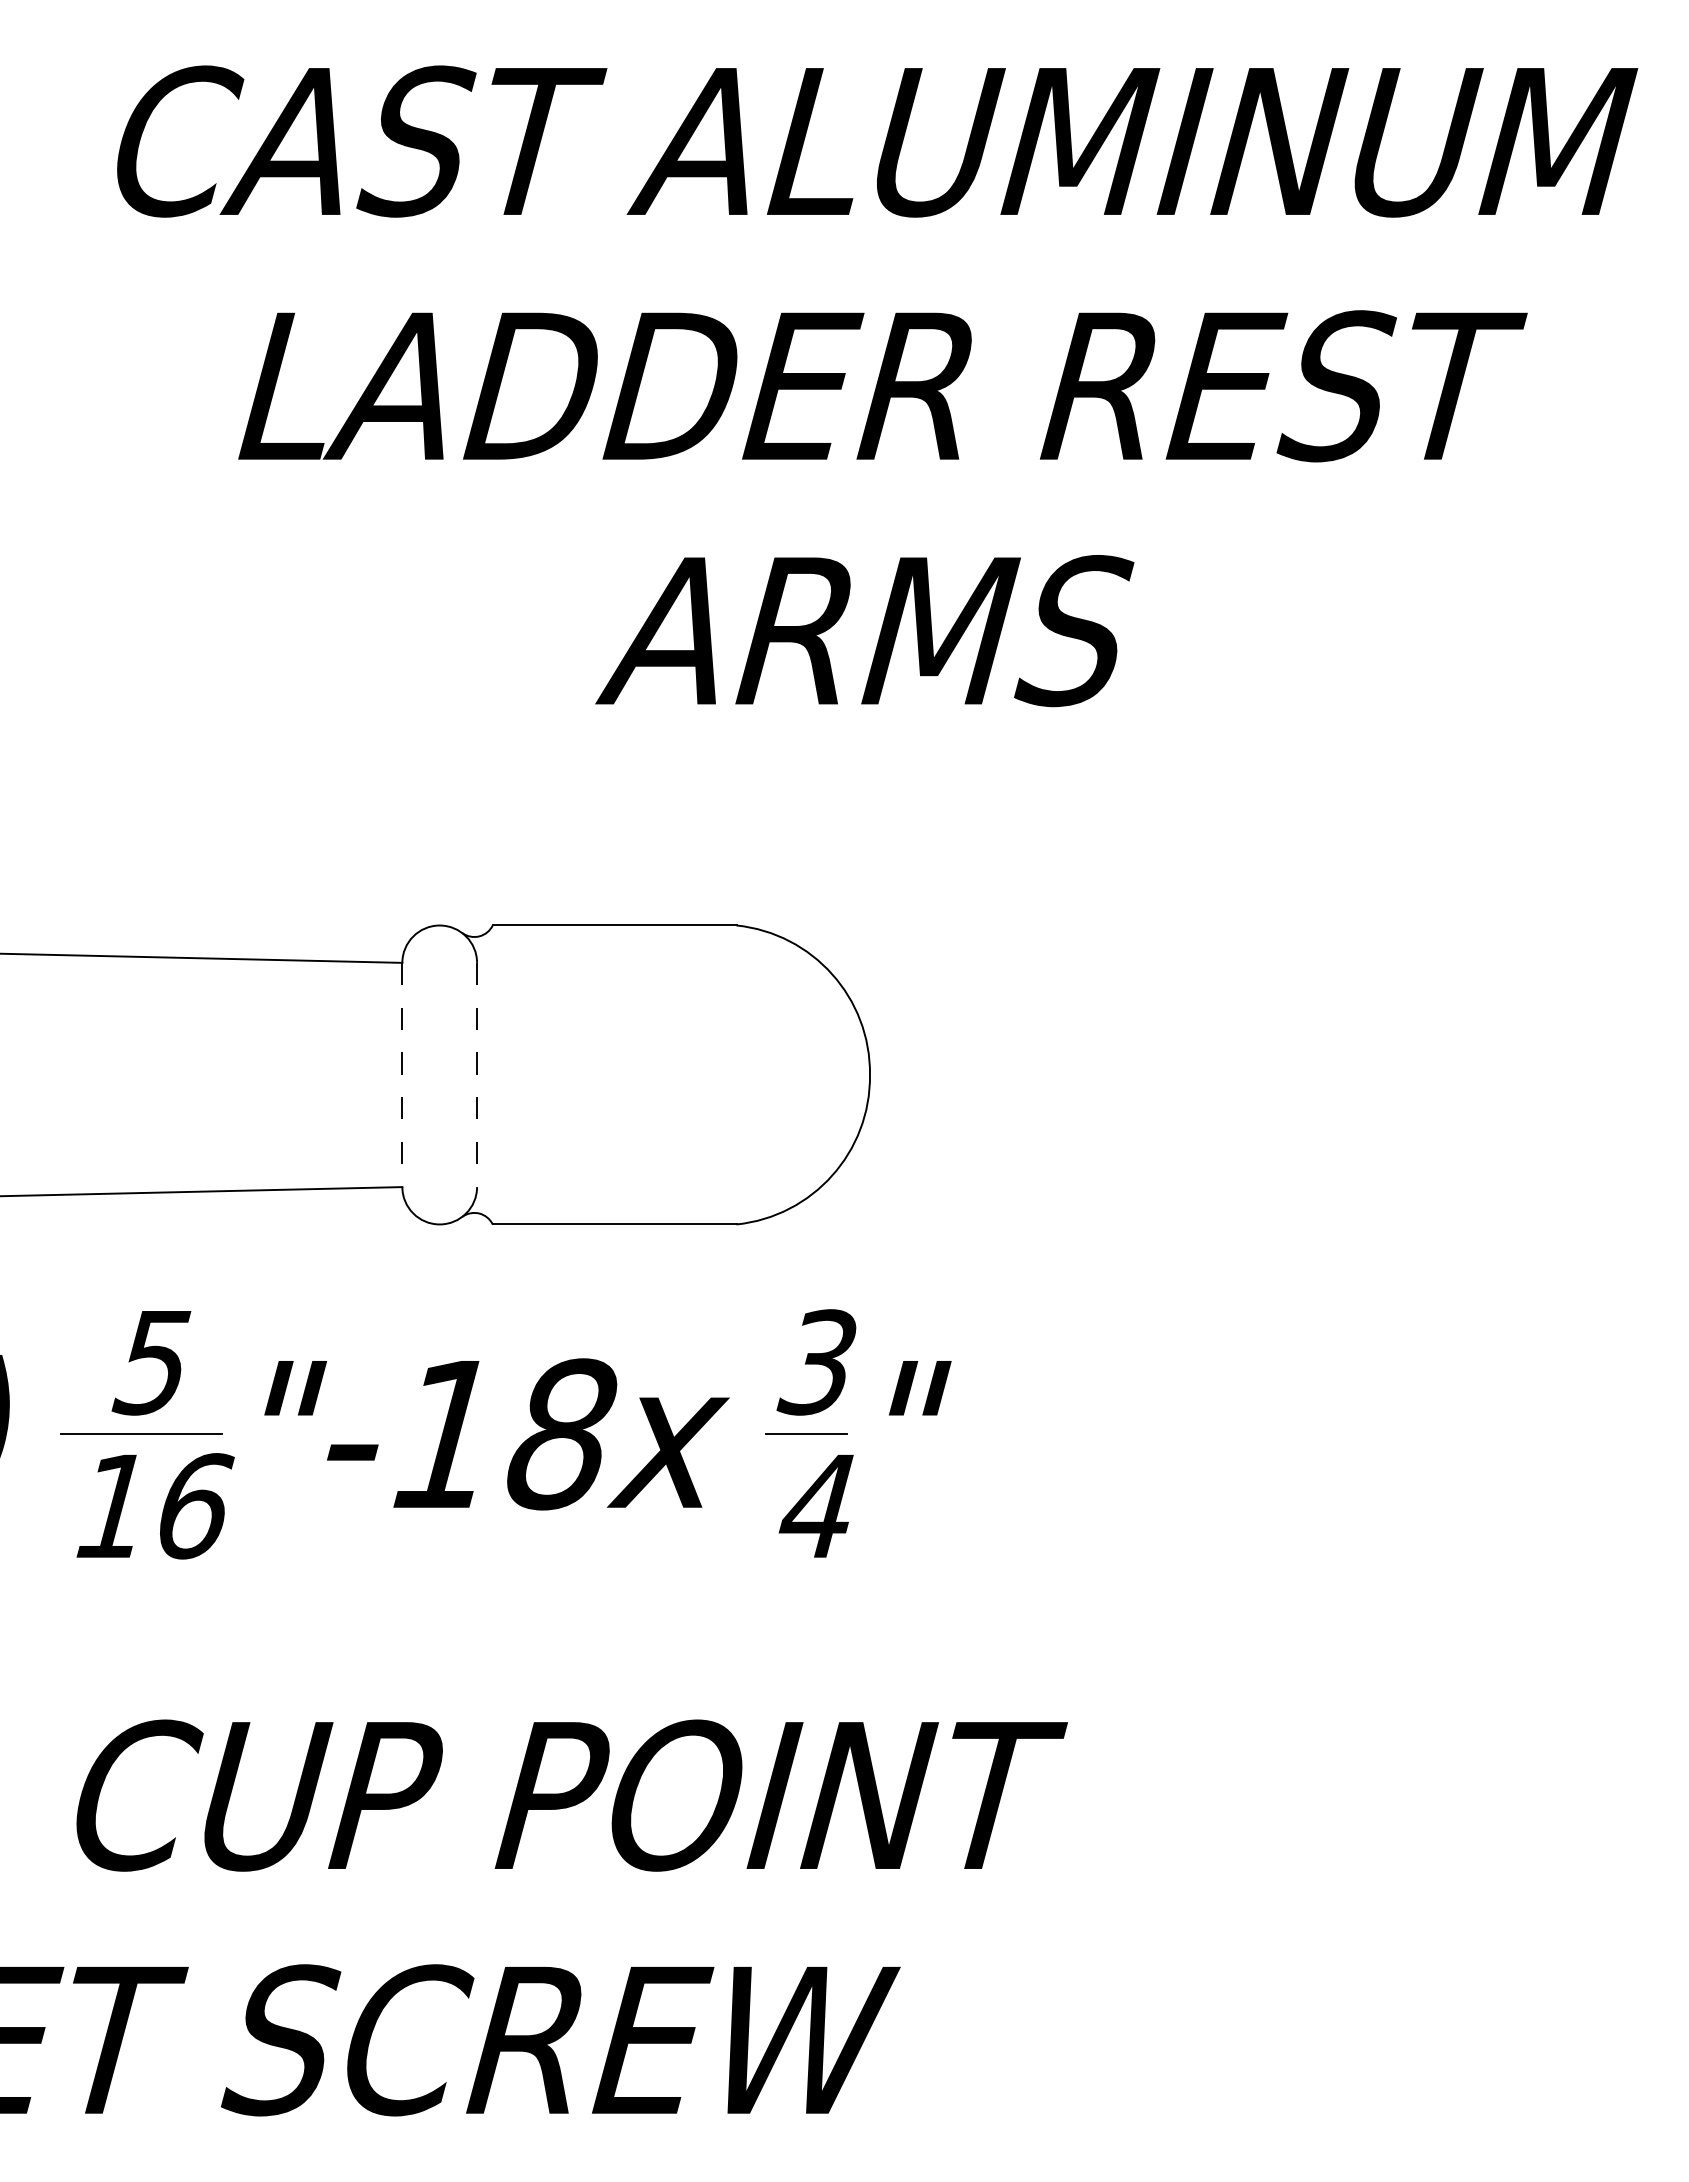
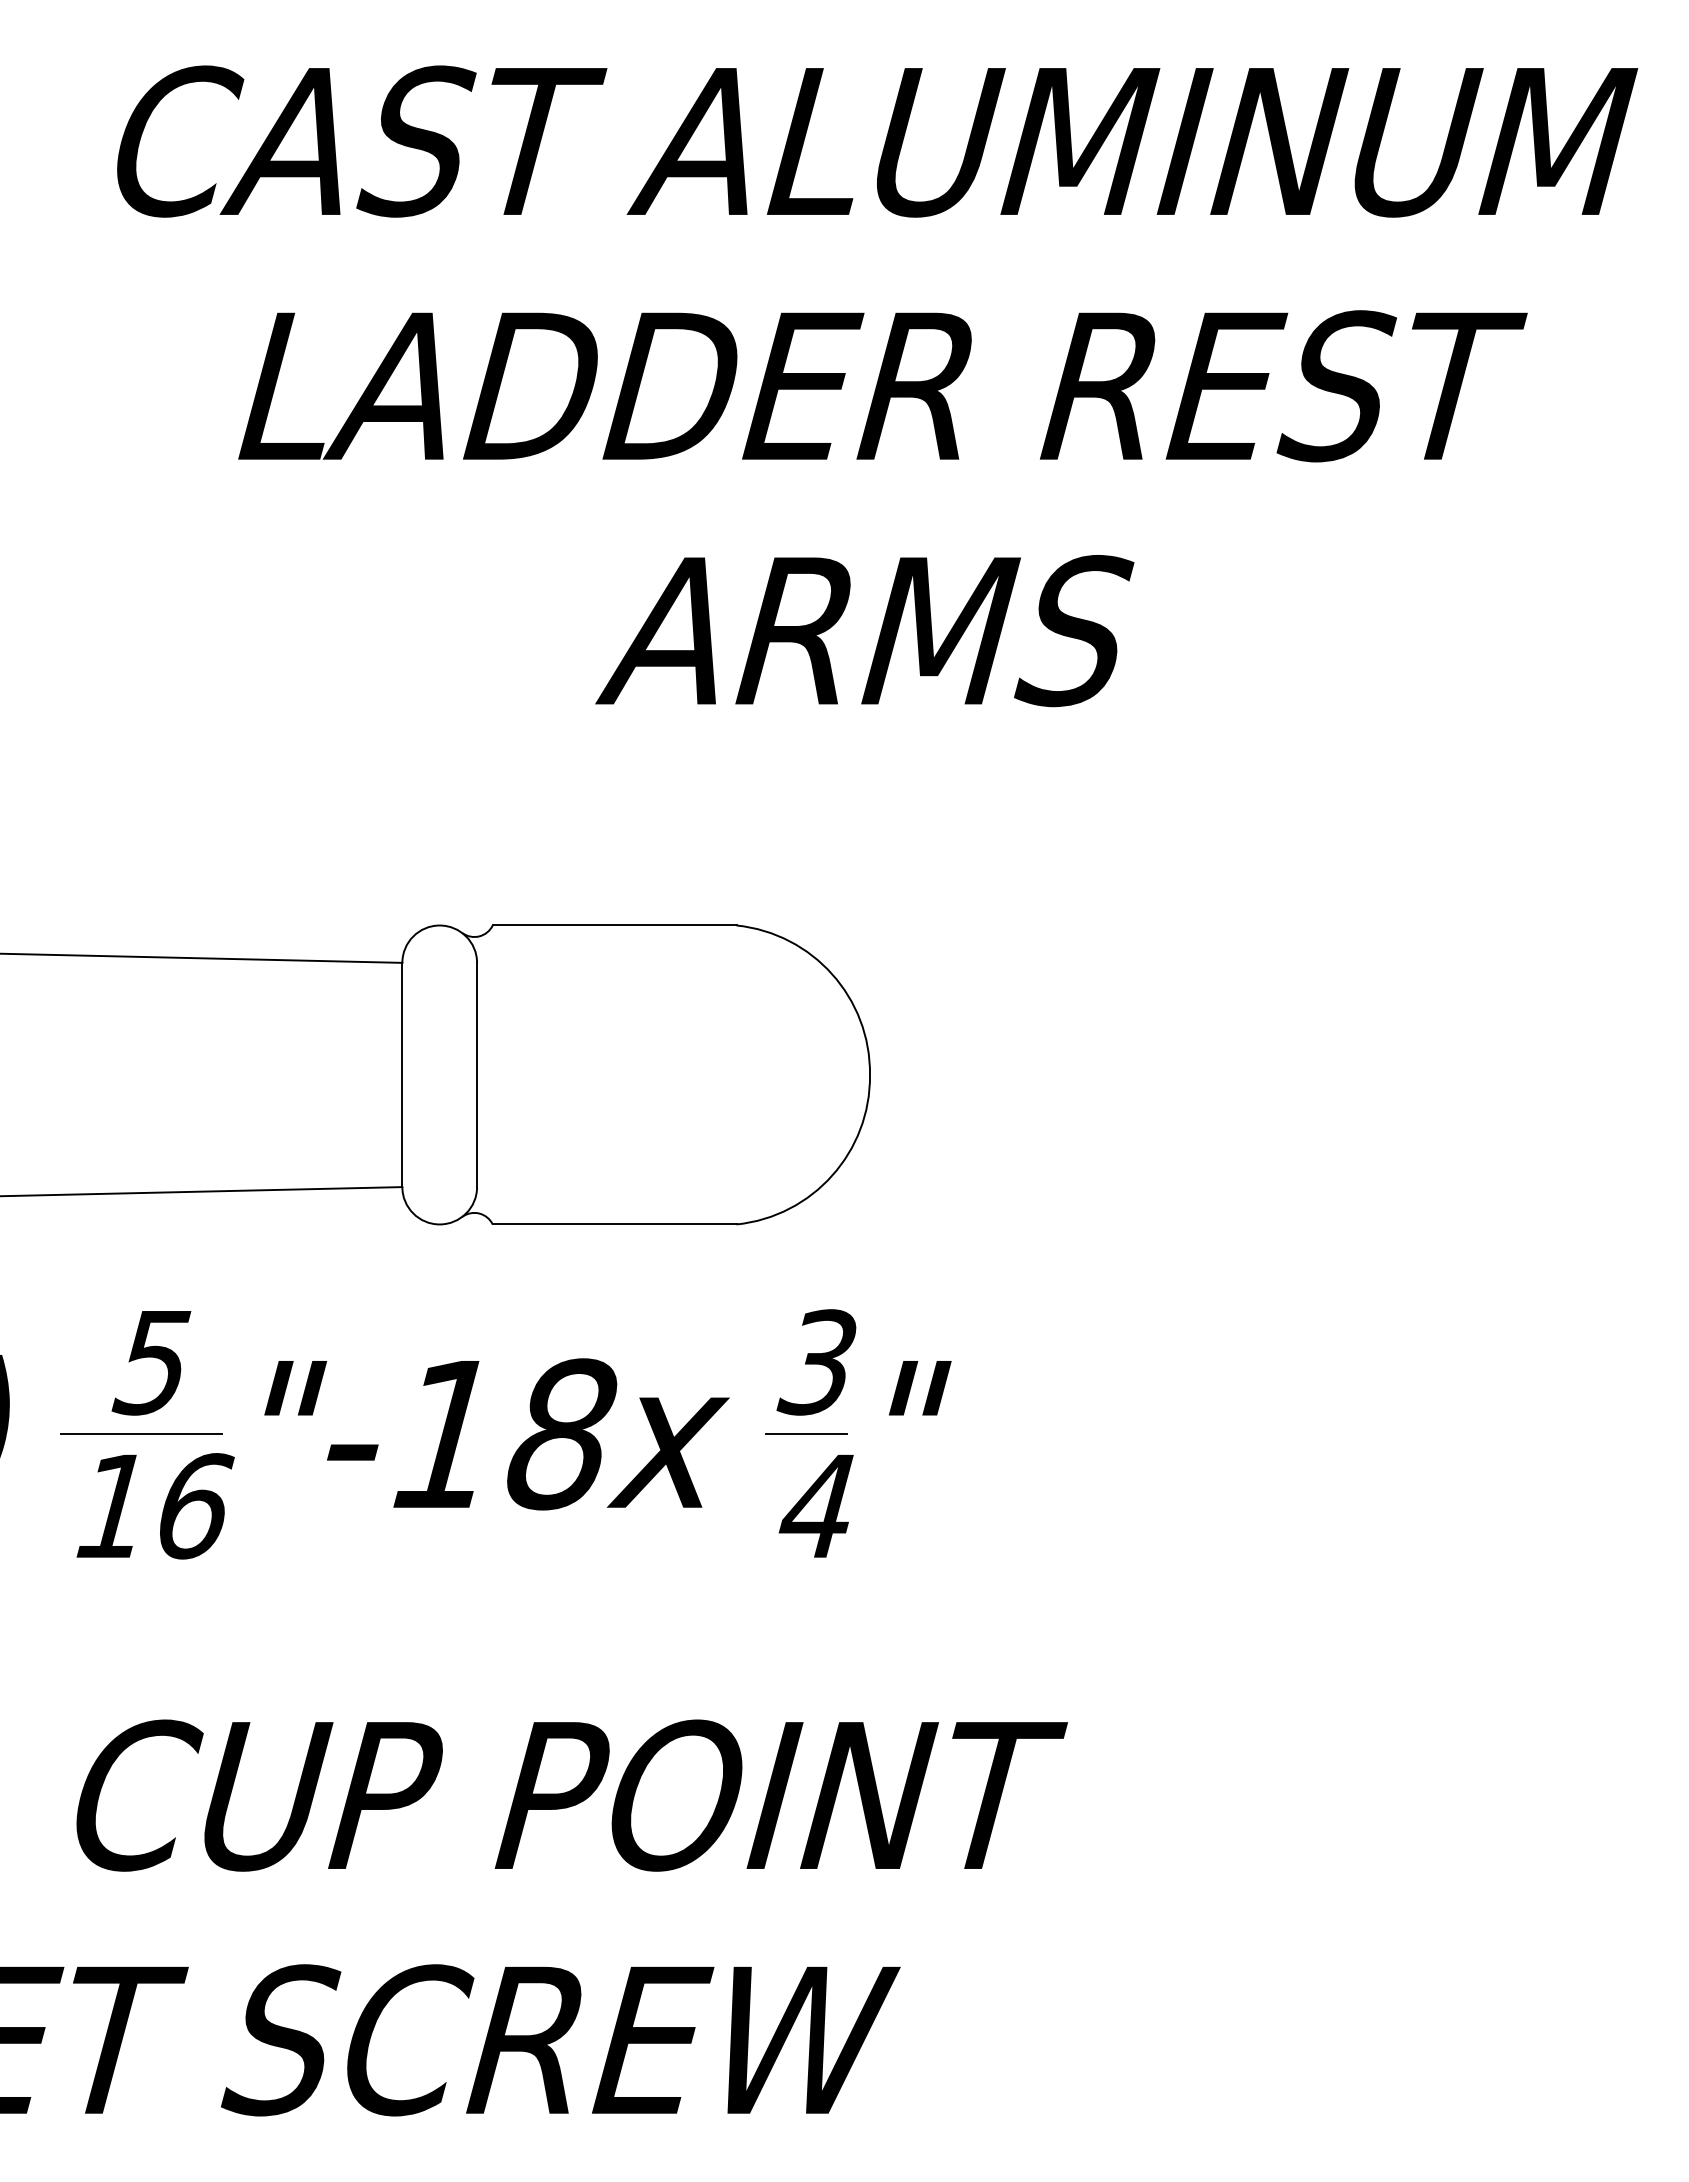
line at (402, 1075): dashed -> solid
line at (477, 1075): dashed -> solid
